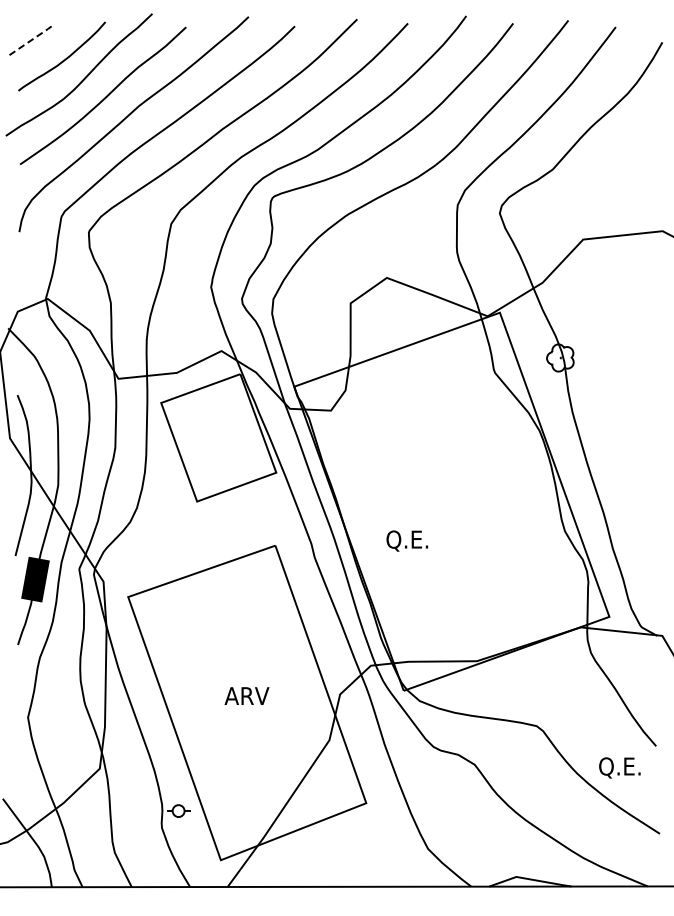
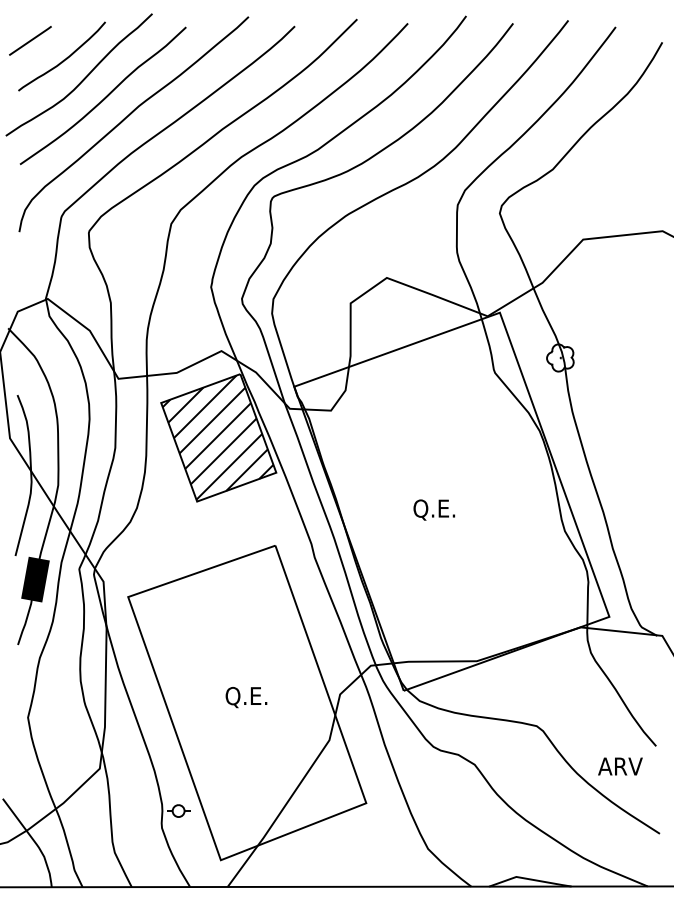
line at (31, 40): dashed -> solid
hatch at (217, 437): none -> present
text at (406, 540) position: (406, 540) -> (433, 509)
text at (246, 697): ARV -> Q.E.
text at (620, 767): Q.E. -> ARV
